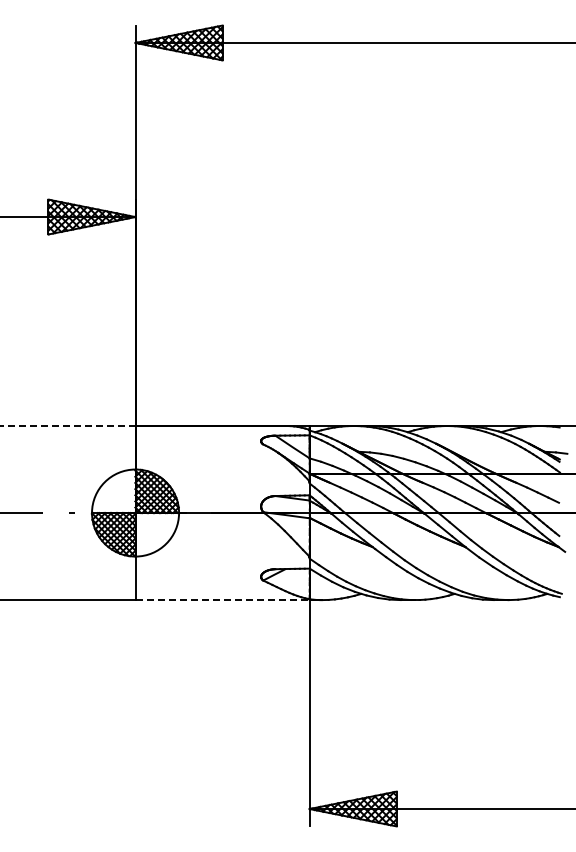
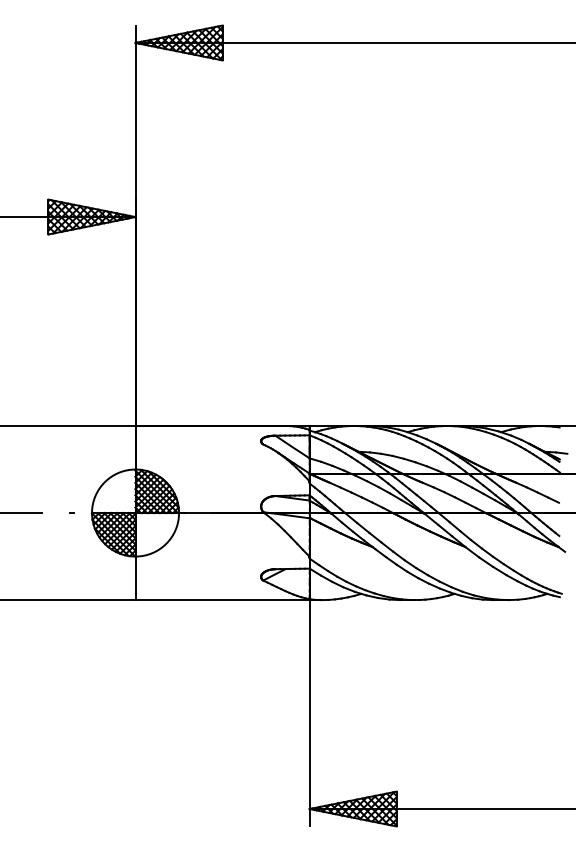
line at (67, 426): dashed -> solid
line at (223, 600): dashed -> solid
